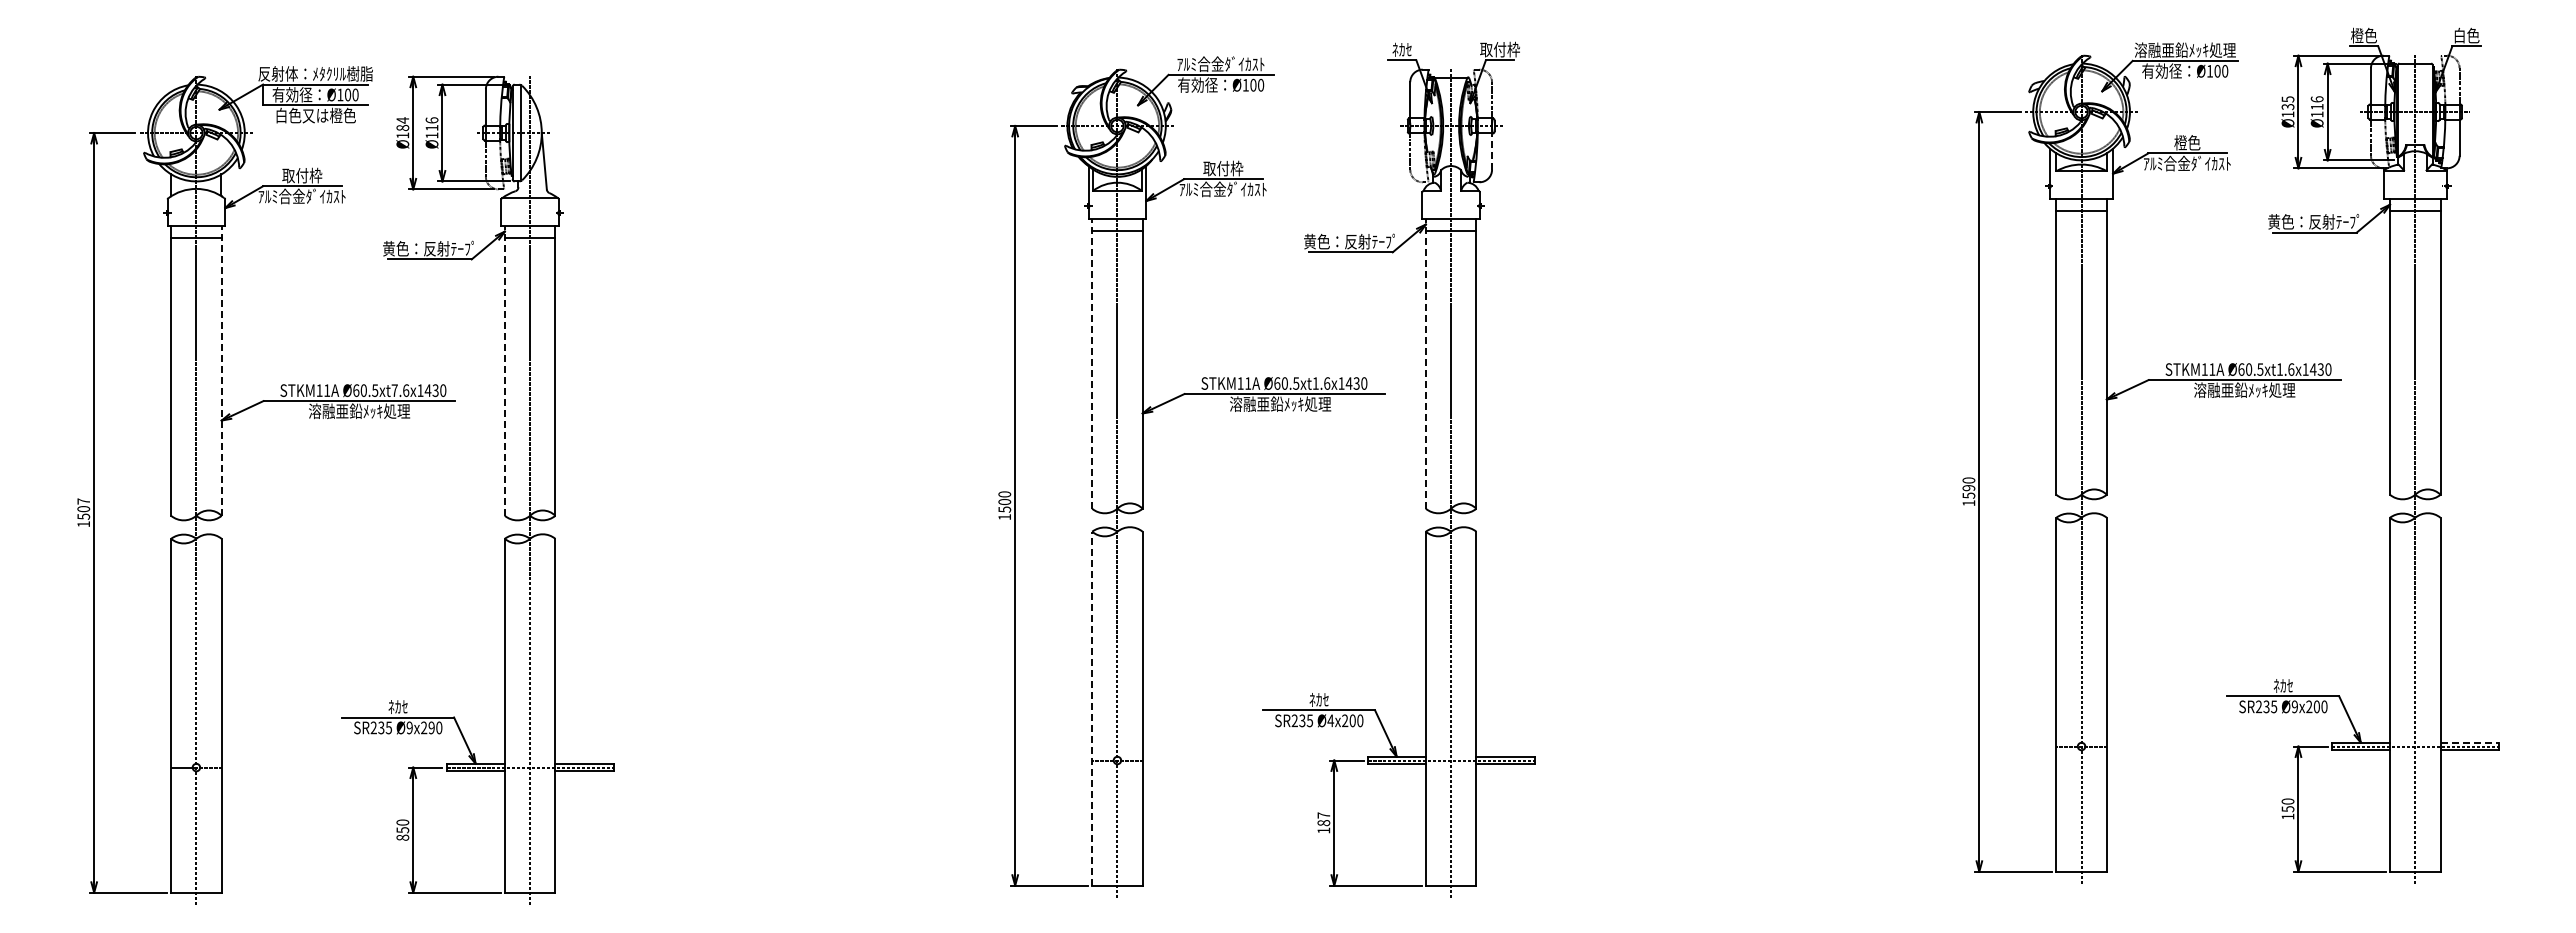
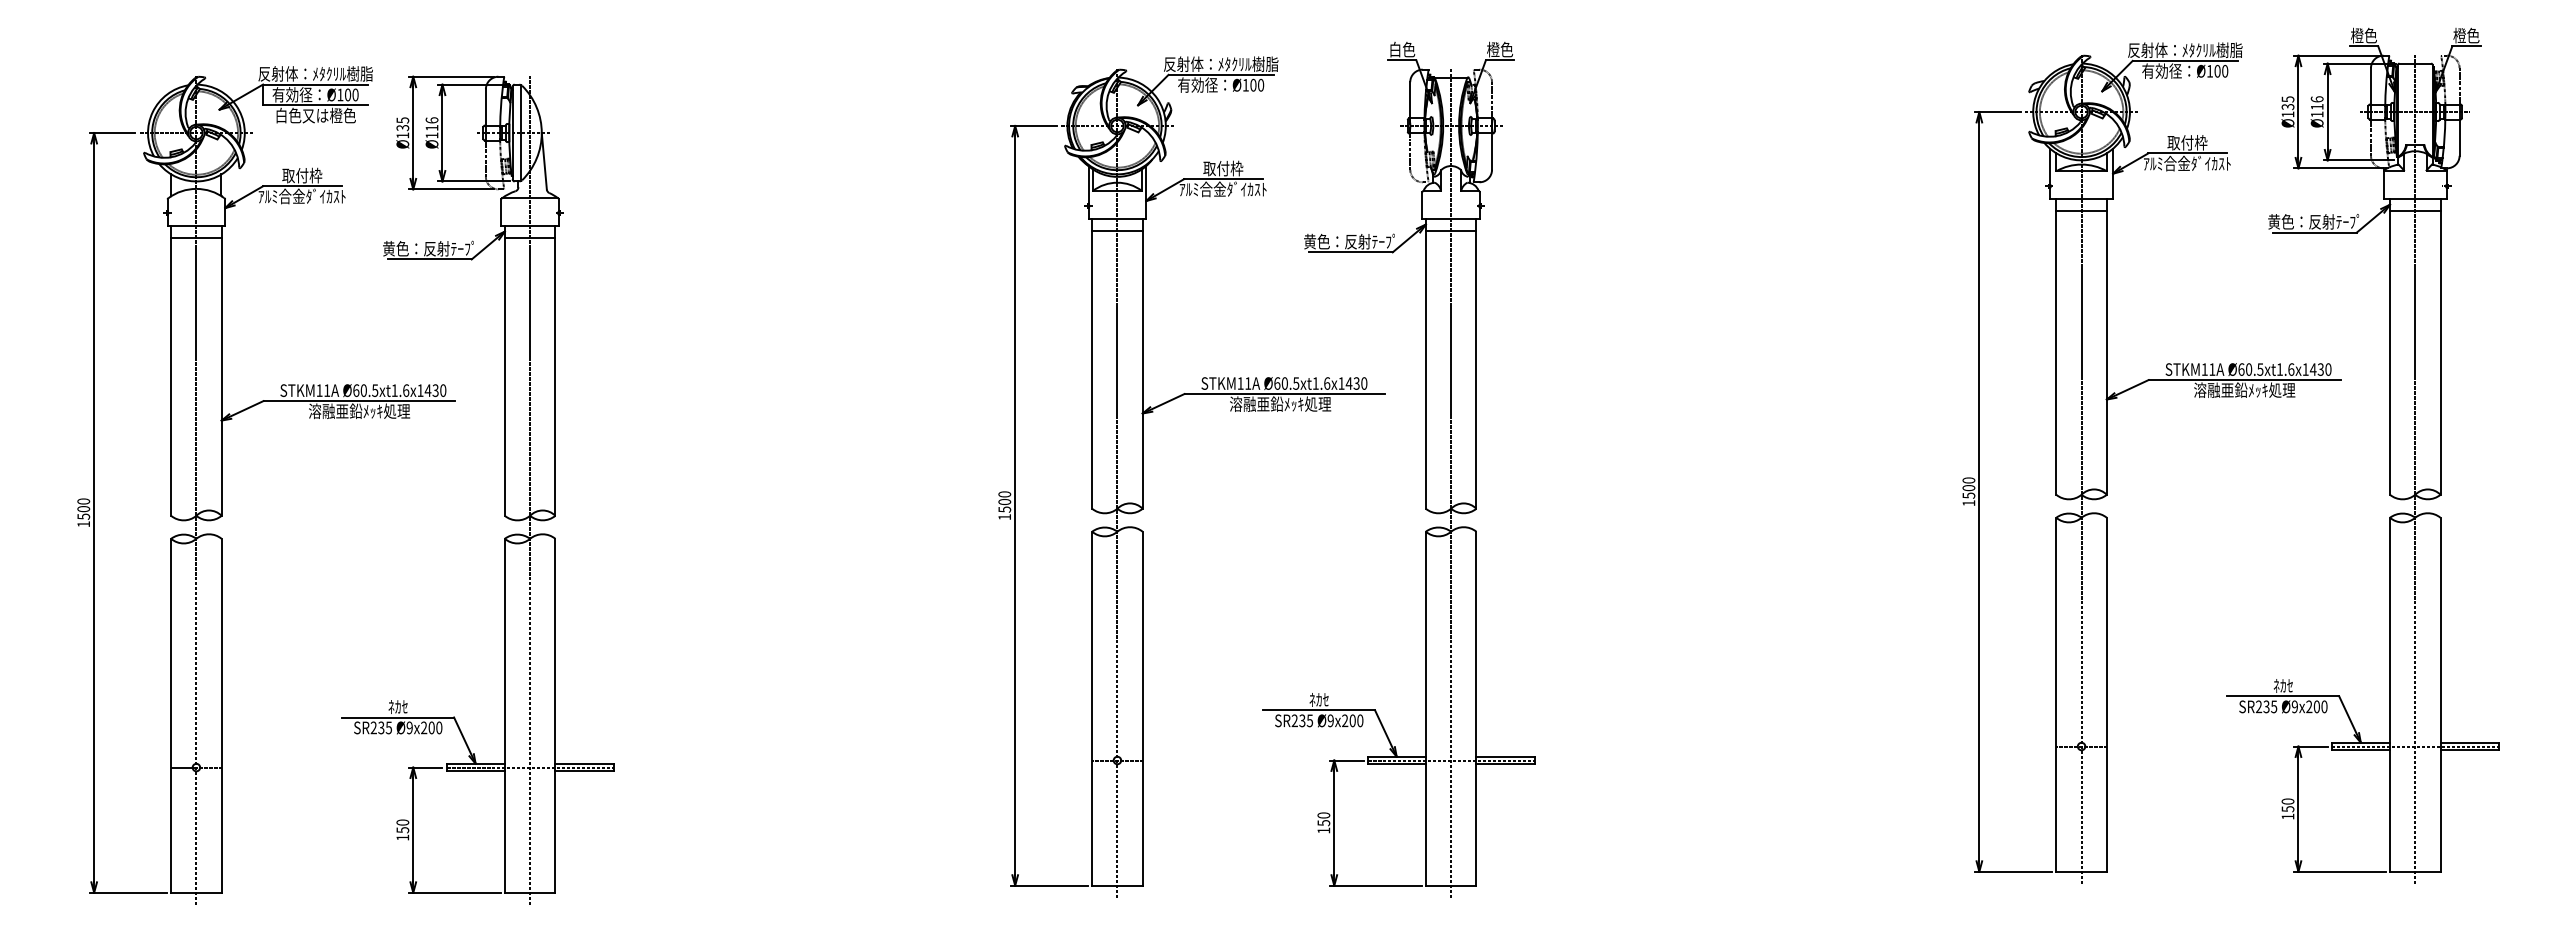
text at (2459, 35): 白色 -> 橙色
text at (1402, 49): ﾈｶｾ -> 白色
text at (1500, 49): 取付枠 -> 橙色
text at (2185, 50): 溶融亜鉛ﾒｯｷ処理 -> 反射体：ﾒﾀｸﾘﾙ樹脂
text at (1221, 63): ｱﾙﾐ合金ﾀﾞｲｶｽﾄ -> 反射体：ﾒﾀｸﾘﾙ樹脂
text at (402, 124): Ø184 -> Ø135
text at (2187, 142): 橙色 -> 取付枠
line at (1492, 151): dashed -> solid
line at (1092, 363): dashed -> solid
line at (1425, 363): dashed -> solid
line at (221, 370): dashed -> solid
line at (504, 370): dashed -> solid
text at (394, 390): Ø60.5xt7.6x1430 -> Ø60.5xt1.6x1430
text at (1968, 488): 1590 -> 1500
text at (83, 501): 1507 -> 1500
line at (1092, 708): dashed -> solid
text at (1330, 720): Ø4x200 -> Ø9x200
text at (431, 727): Ø9x290 -> Ø9x200
line at (2470, 742): dashed -> solid
text at (1323, 819): 187 -> 150
text at (402, 837): 850 -> 150
